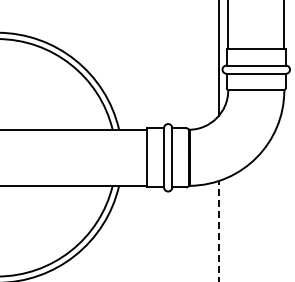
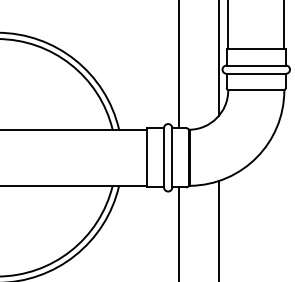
line at (179, 65): none -> present
line at (218, 230): dashed -> solid
line at (179, 232): none -> present
